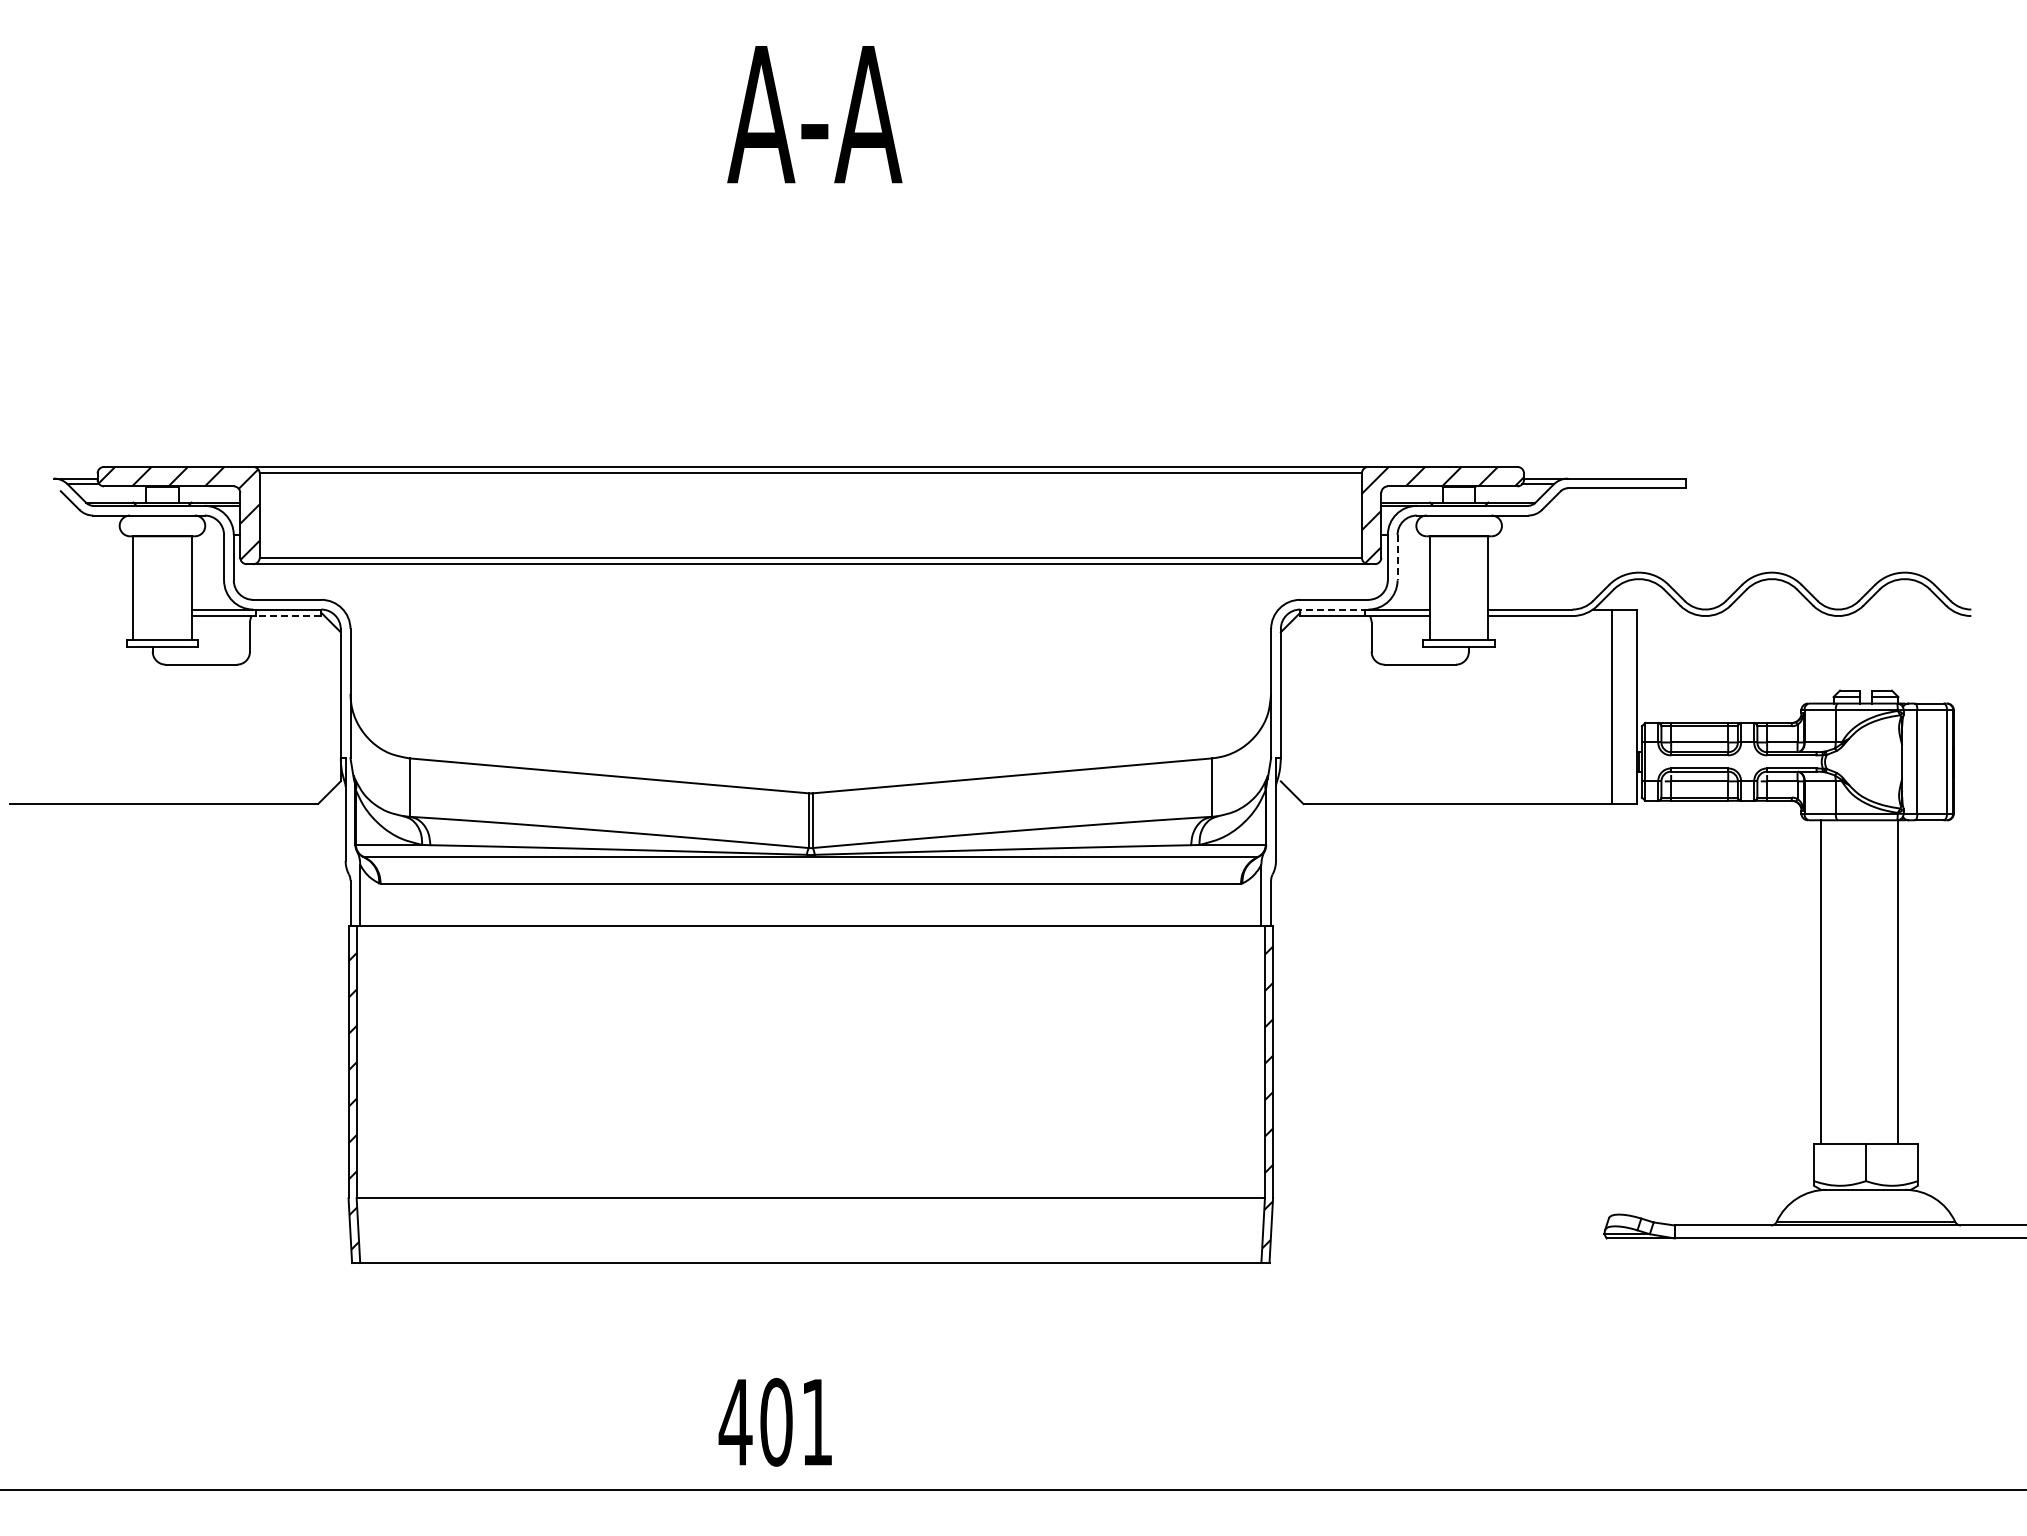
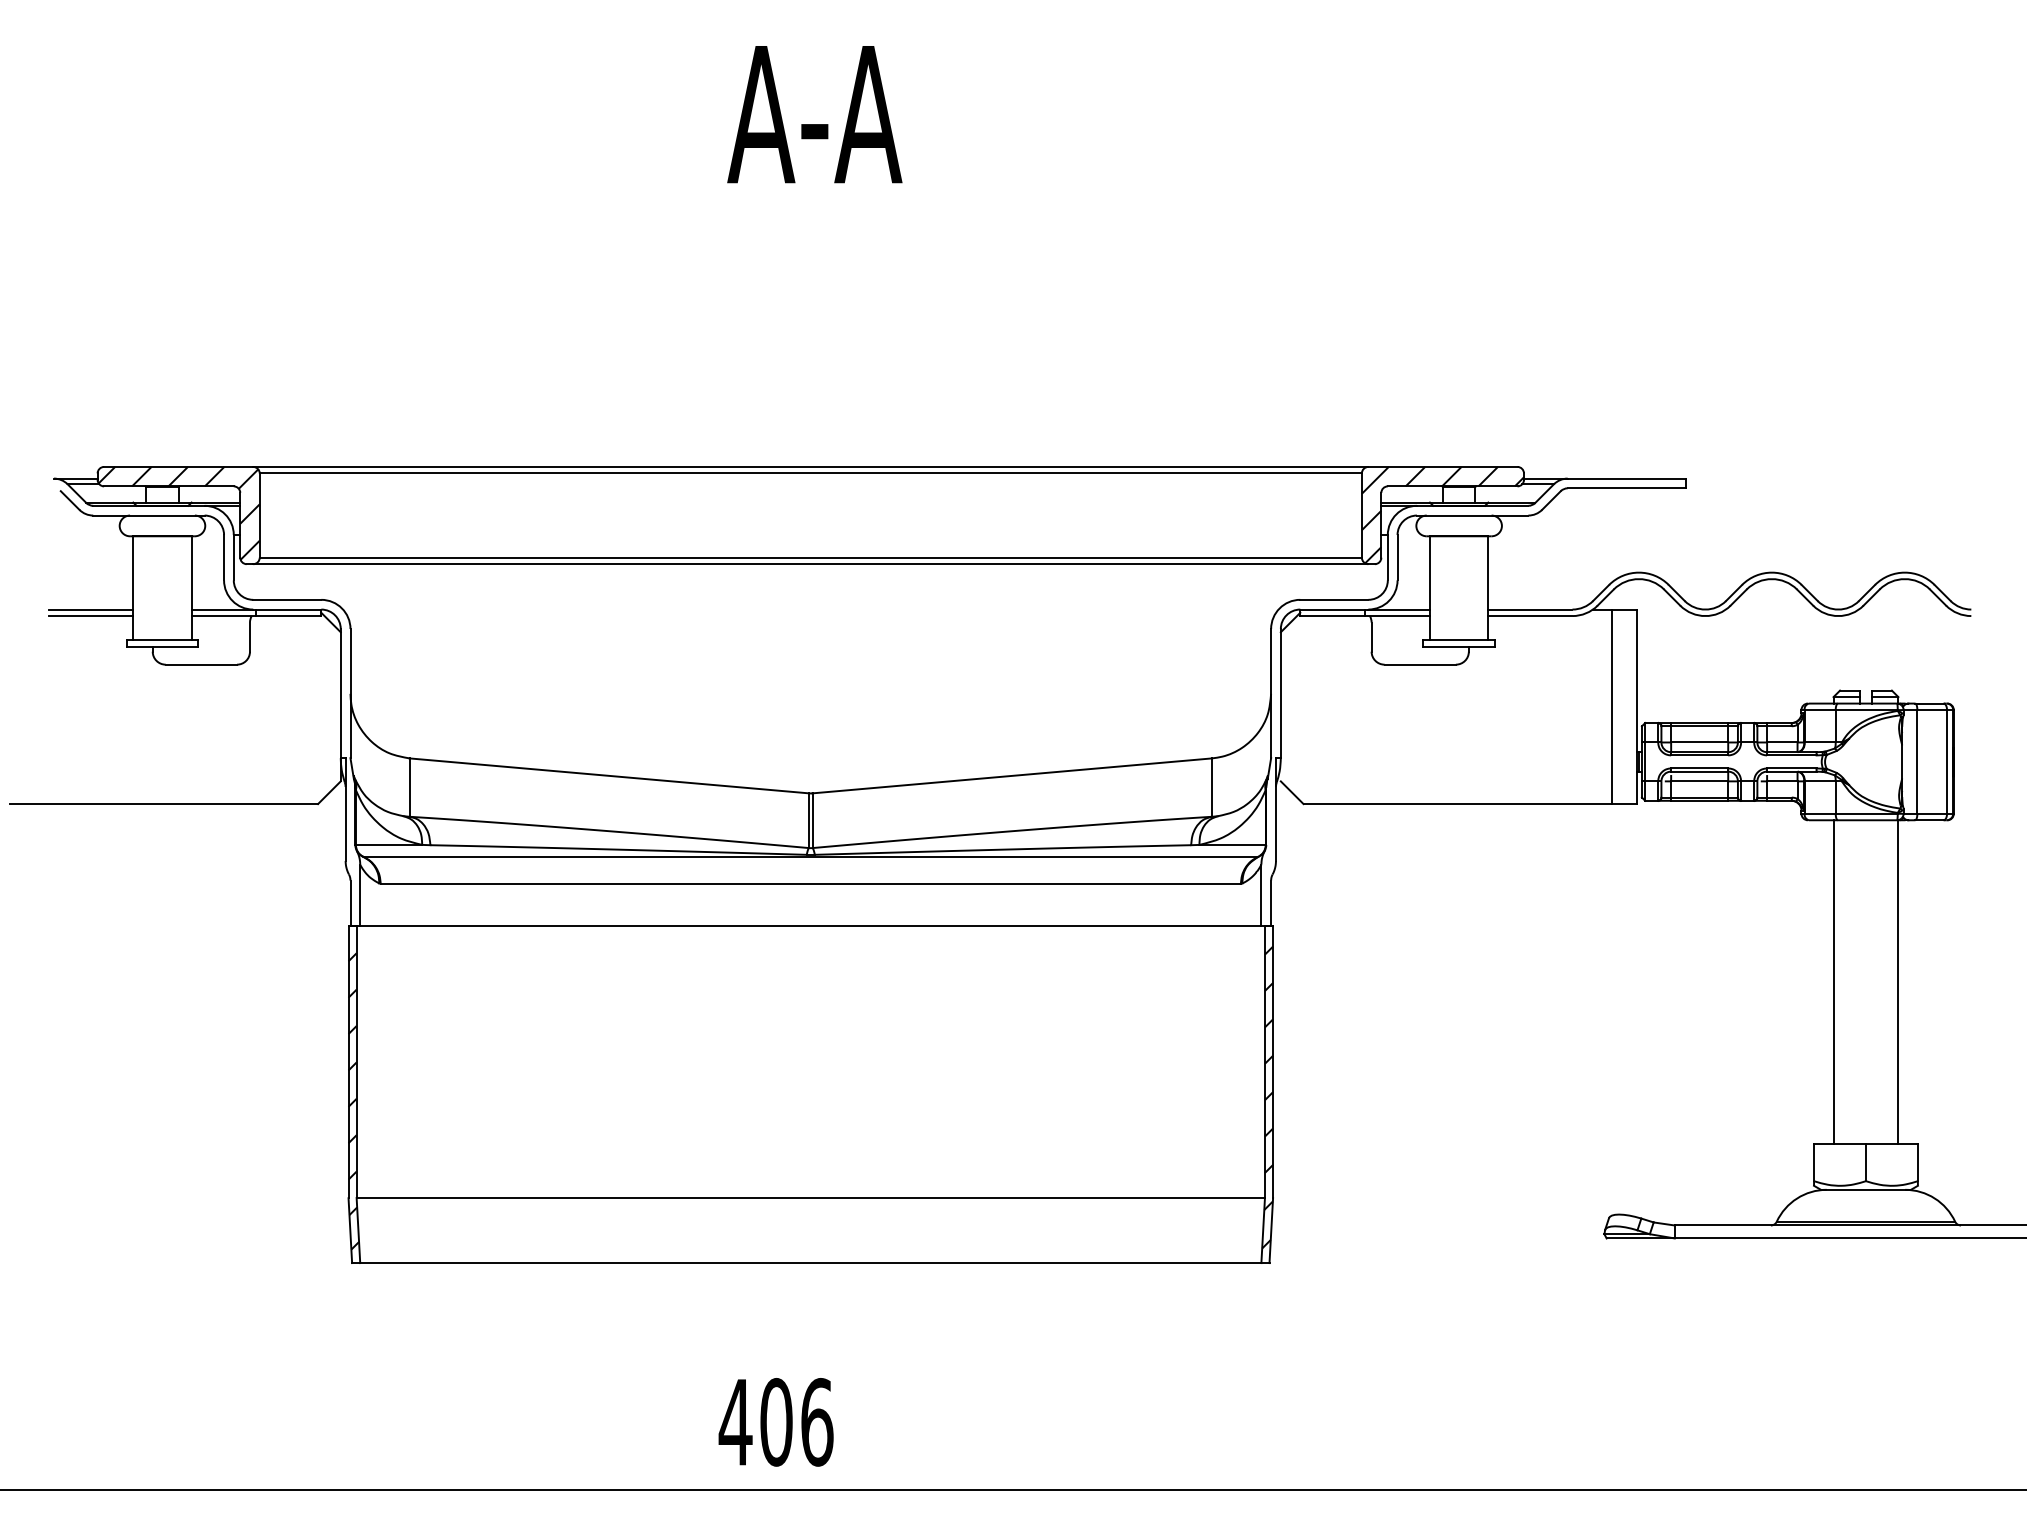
line at (1397, 557): dashed -> solid
line at (91, 609): none -> present
line at (1333, 609): dashed -> solid
line at (91, 616): none -> present
line at (288, 616): dashed -> solid
line at (1820, 982) position: (1820, 982) -> (1833, 982)
text at (817, 1422): 401 -> 406
